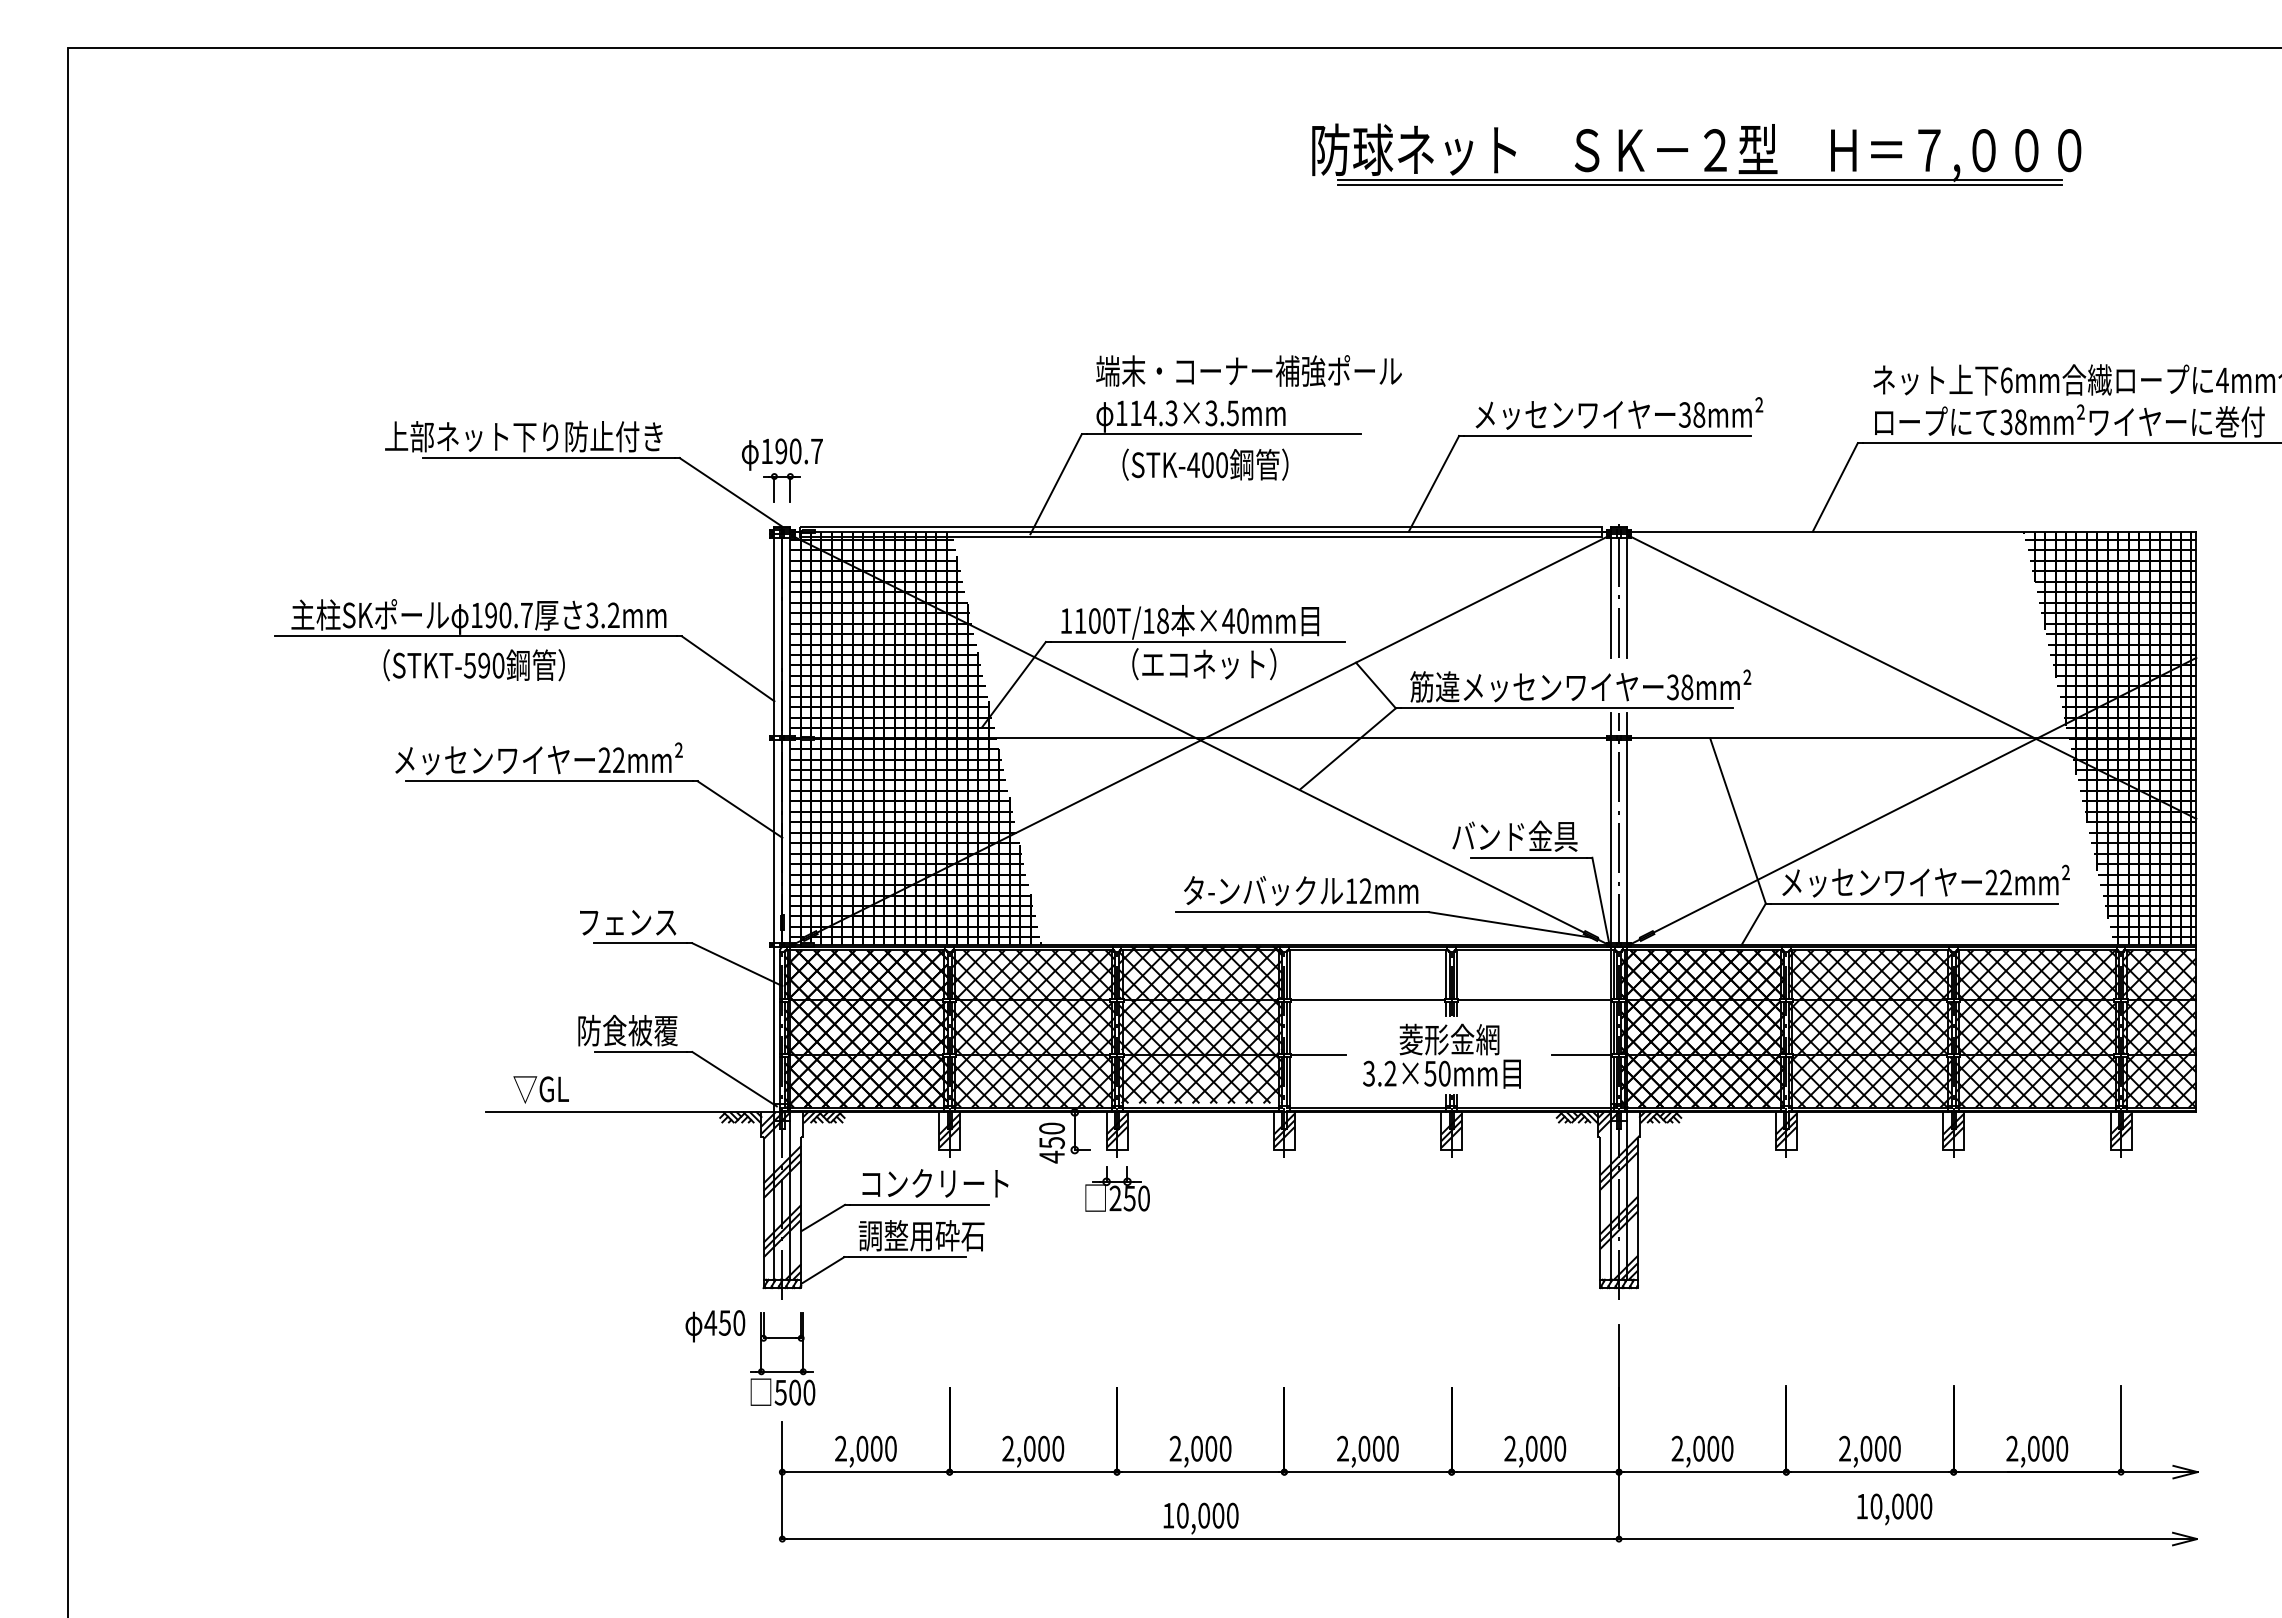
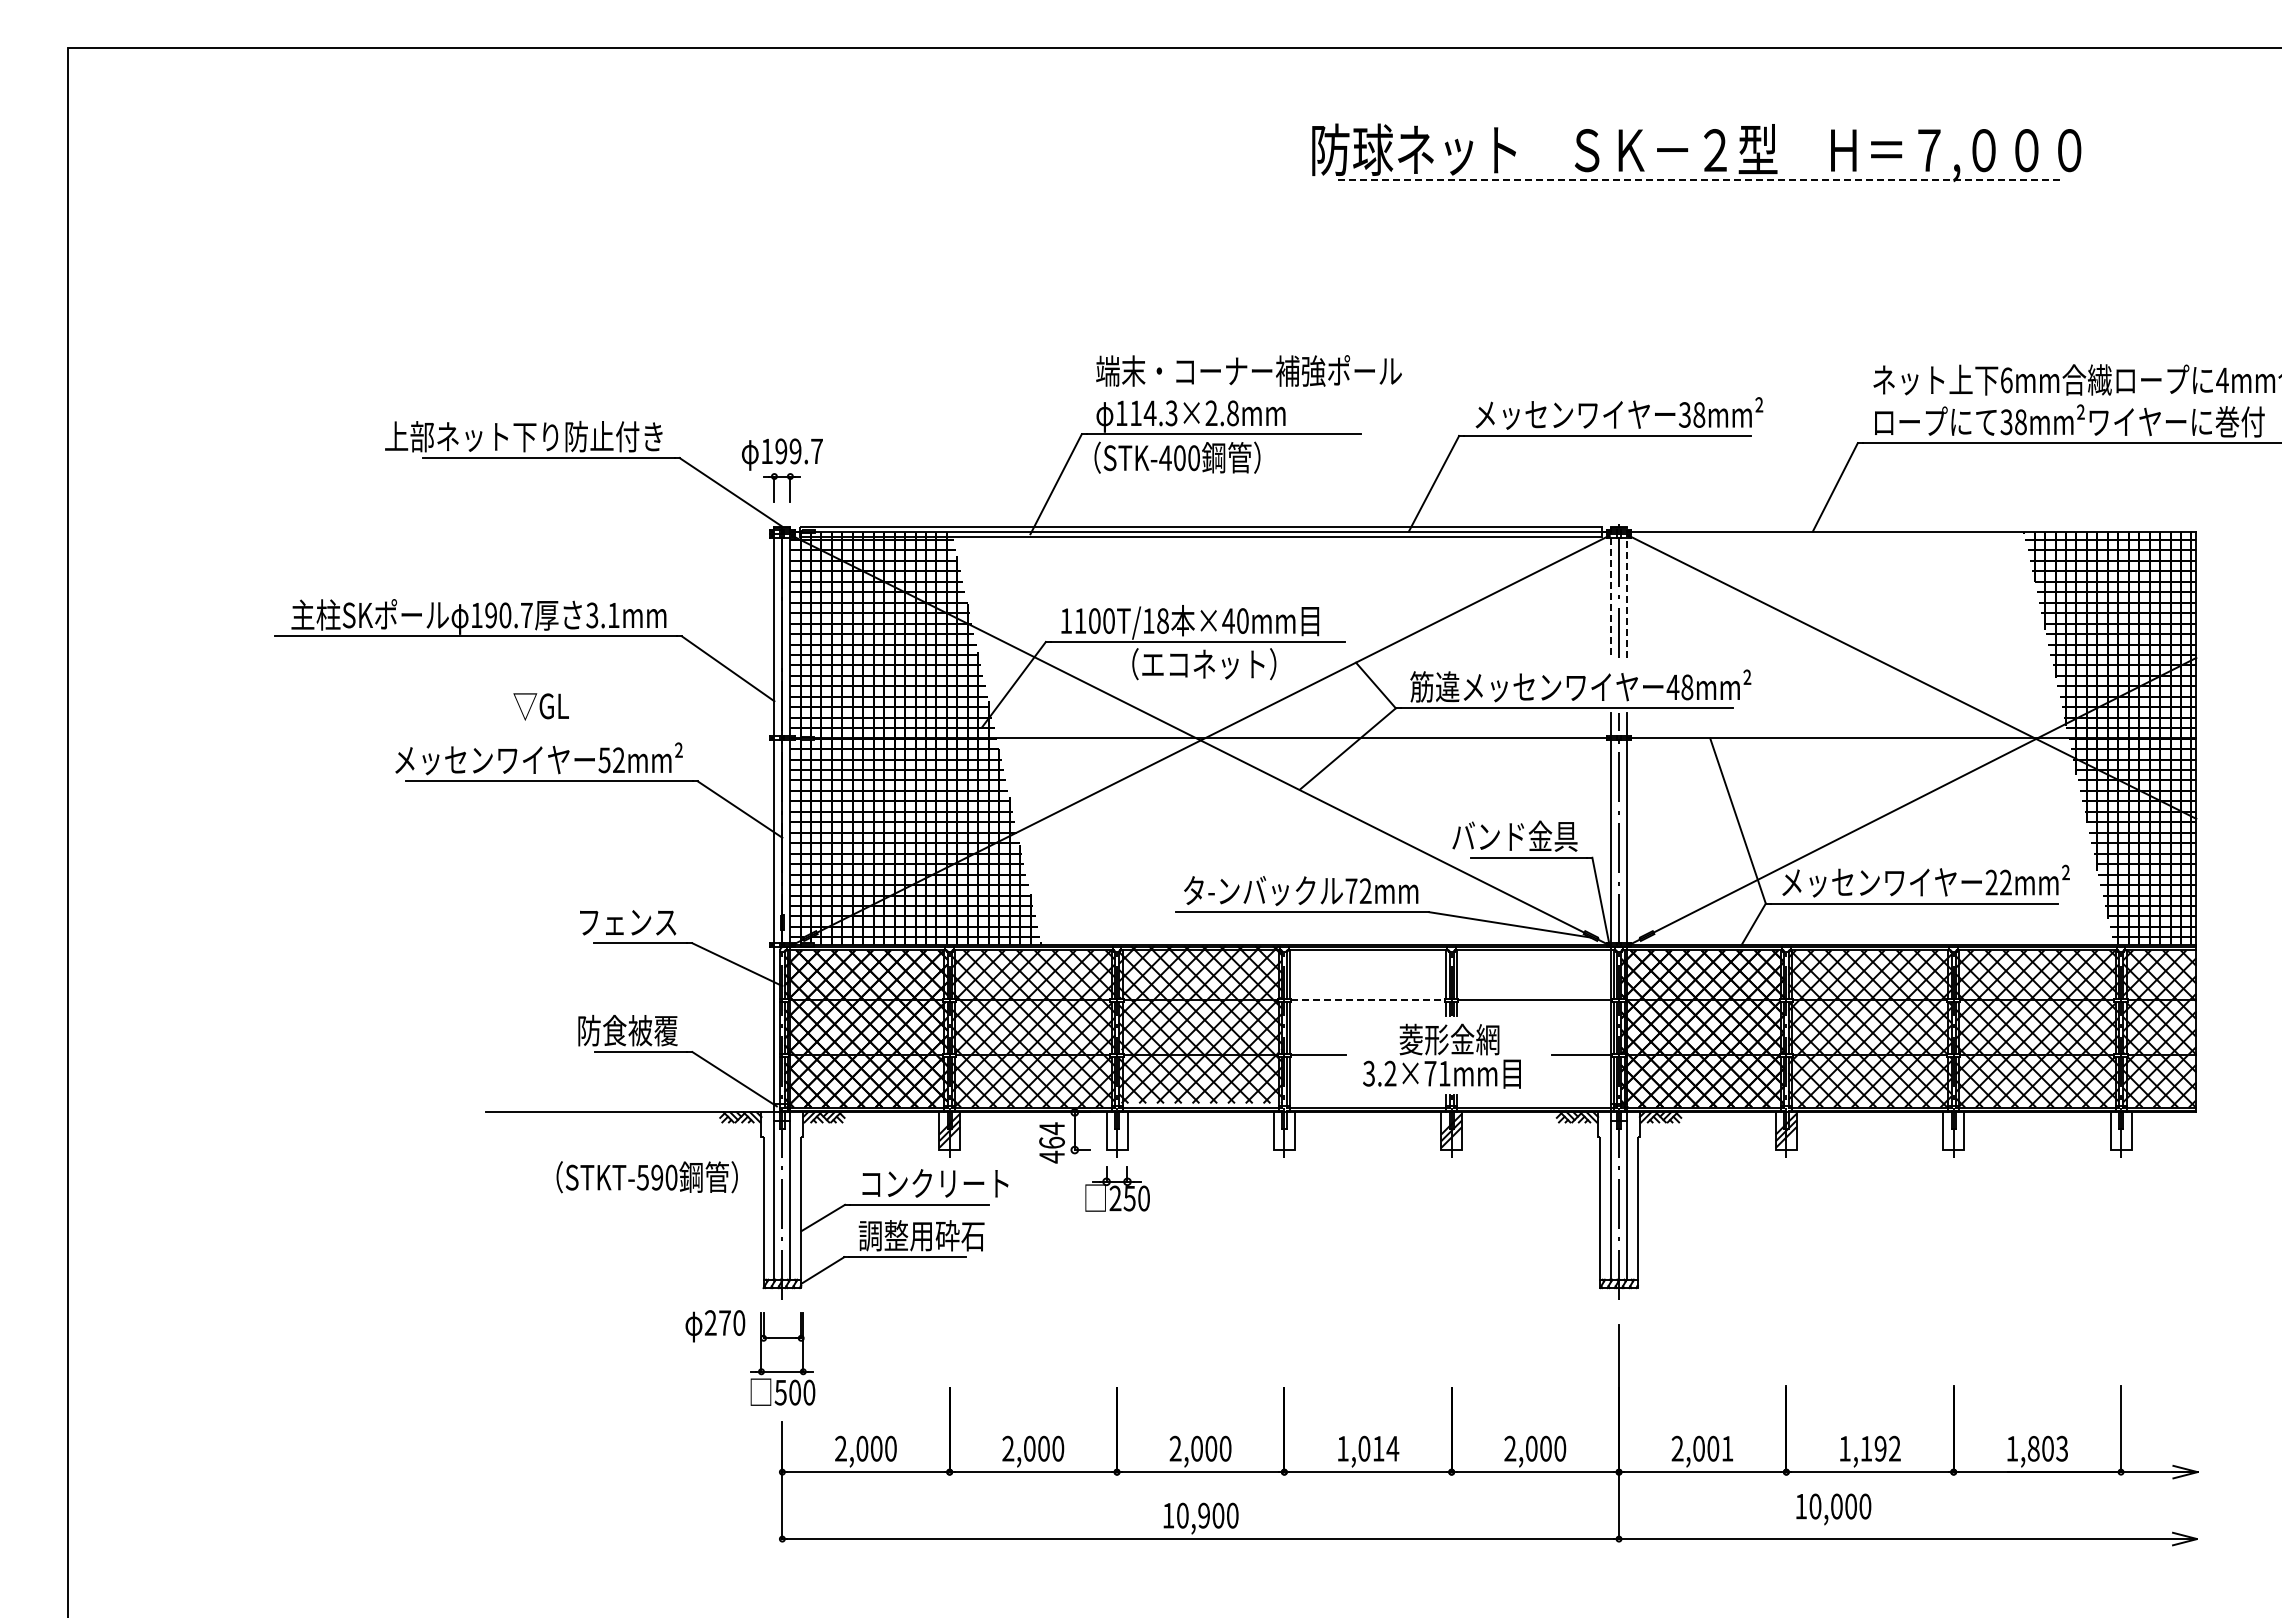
line at (1699, 179): solid -> dashed
line at (1699, 184): present -> none
text at (1221, 413): 114.3×3.5mm -> 114.3×2.8mm
text at (795, 451): 190.7 -> 199.7
text at (1205, 464) position: (1205, 464) -> (1177, 457)
line at (1611, 592): solid -> dashed
line at (1627, 592): solid -> dashed
text at (613, 614): 3.2mm -> 3.1mm
text at (473, 665) position: (473, 665) -> (646, 1177)
text at (1672, 687): 38mm² -> 48mm²
text at (604, 760): 22mm² -> 52mm²
text at (1351, 890): 12mm -> 72mm
line at (1368, 1000): solid -> dashed
text at (1437, 1073): 3.2×50mm -> 3.2×71mm
text at (540, 1089) position: (540, 1089) -> (540, 706)
hatch at (1116, 1130): present -> none
hatch at (1283, 1130): present -> none
hatch at (1953, 1130): present -> none
hatch at (2120, 1130): present -> none
text at (1051, 1135): 450 -> 464
hatch at (781, 1195): present -> none
hatch at (1618, 1195): present -> none
text at (717, 1322): 450 -> 270
text at (1368, 1448): 2,000 -> 1,014
text at (1727, 1448): 2,000 -> 2,001
text at (1869, 1448): 2,000 -> 1,192
text at (2037, 1448): 2,000 -> 1,803
text at (1894, 1509) position: (1894, 1509) -> (1833, 1509)
text at (1204, 1515): 10,000 -> 10,900
